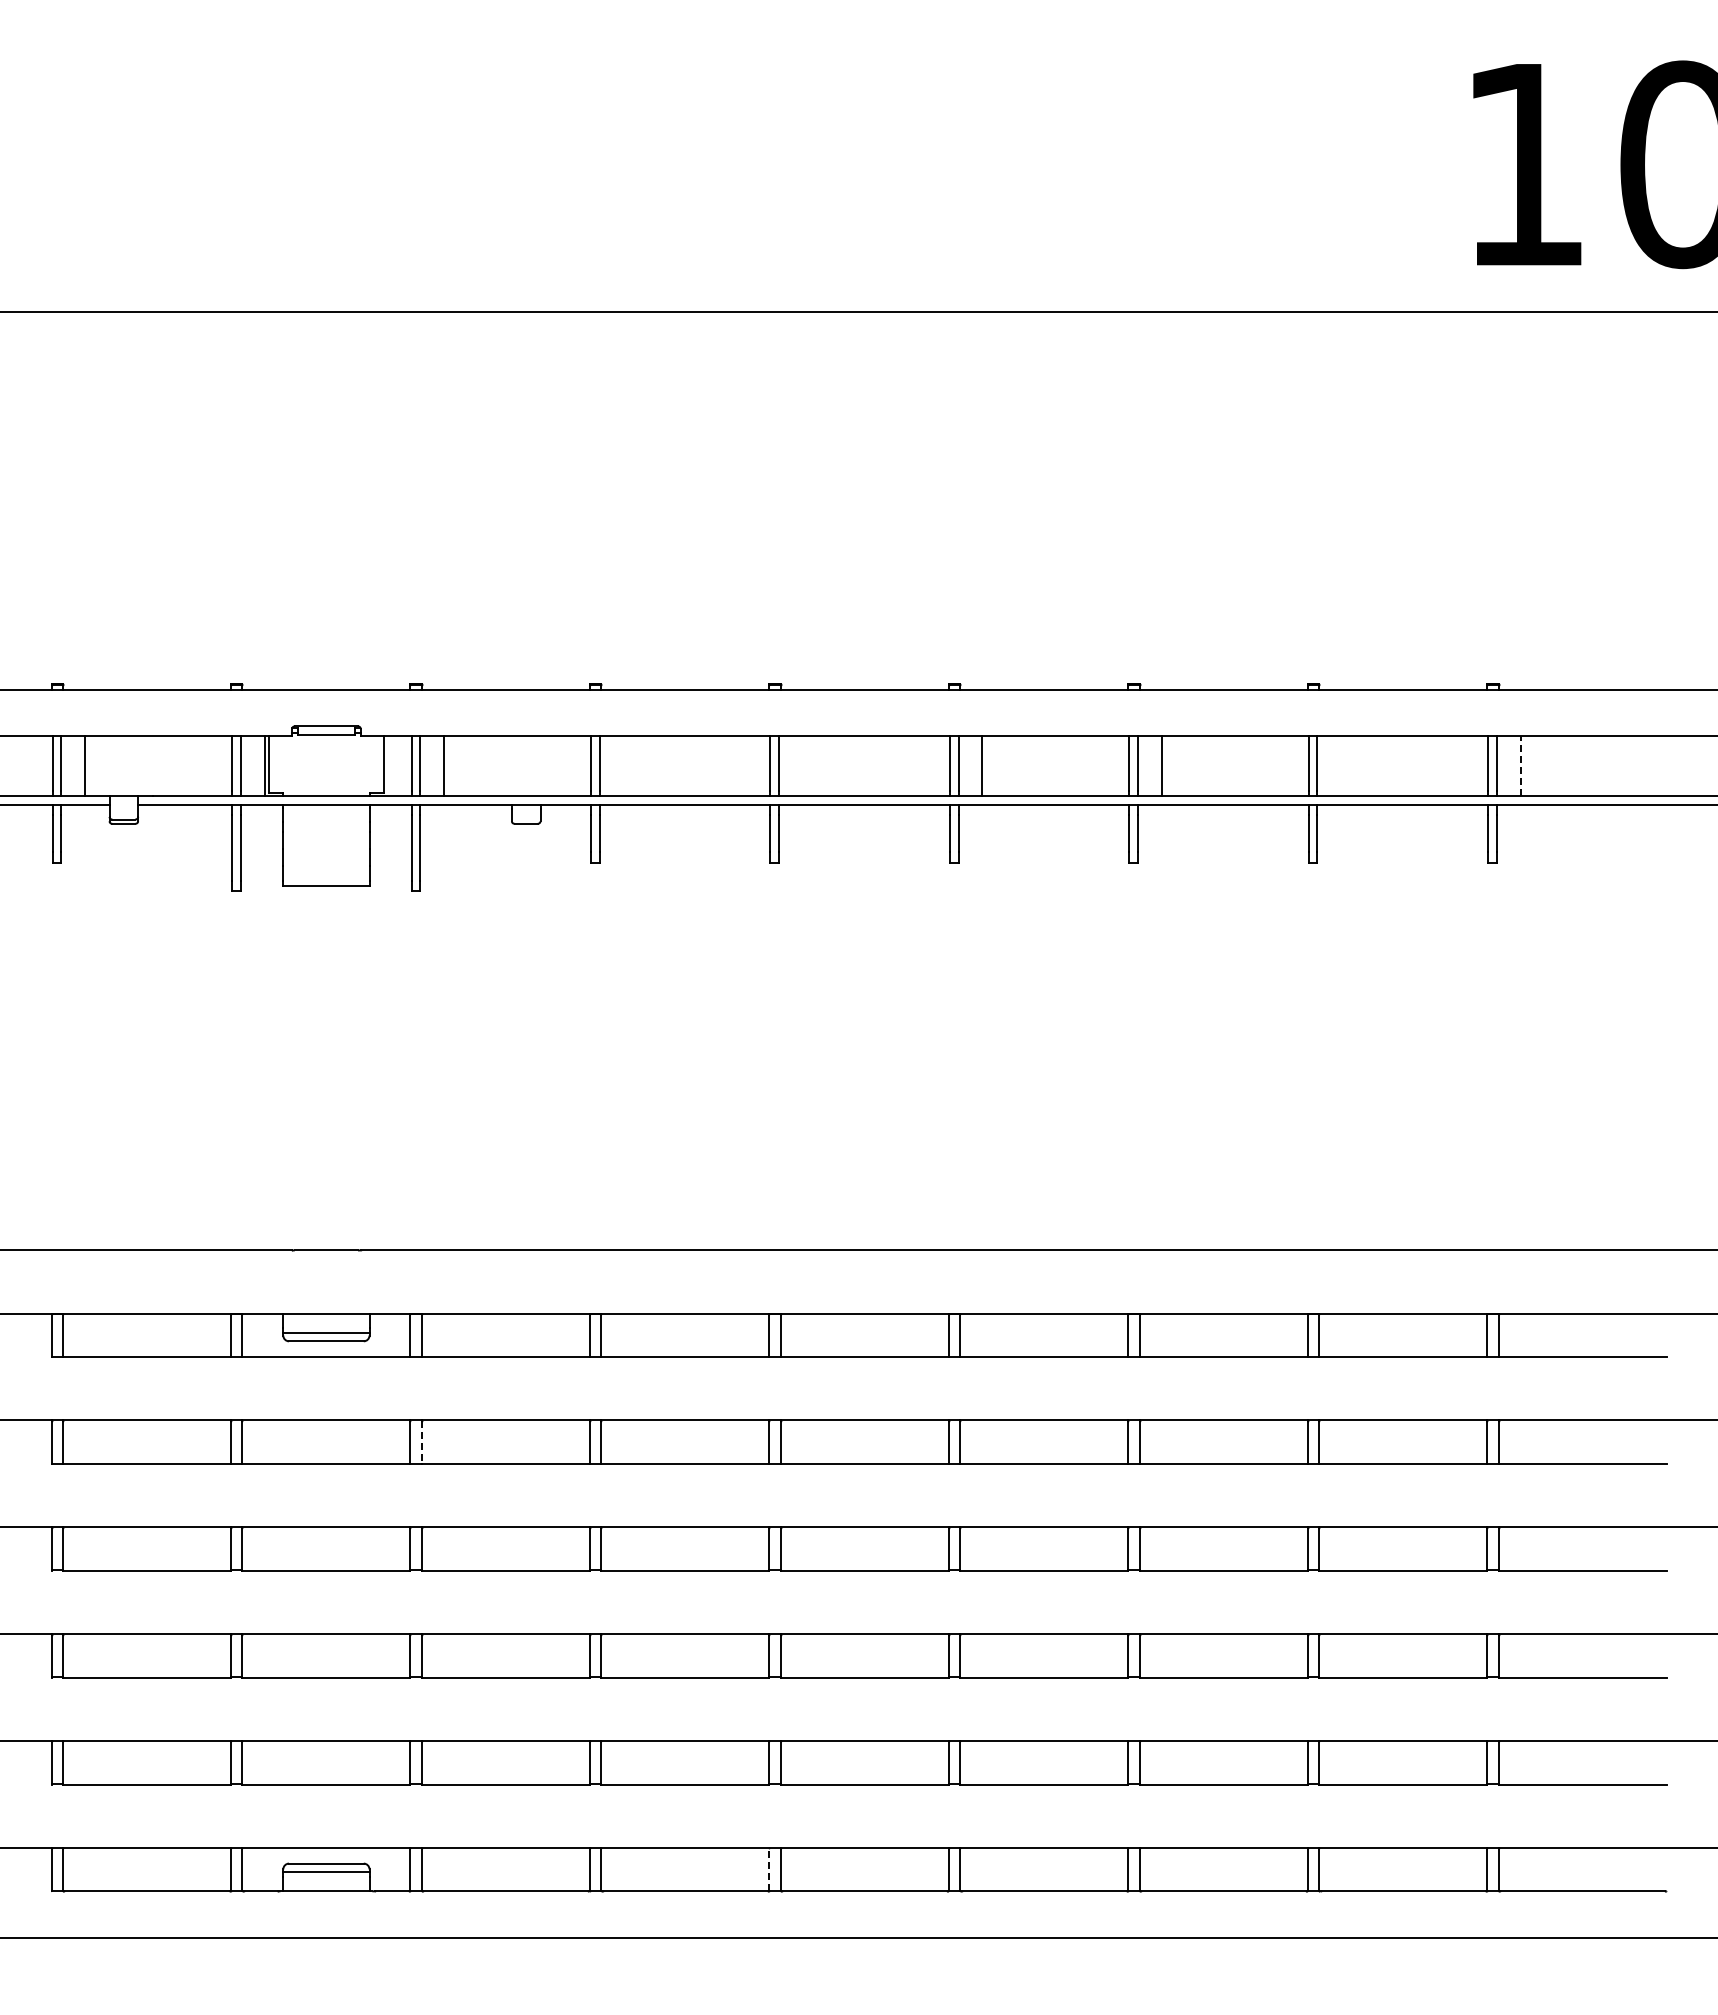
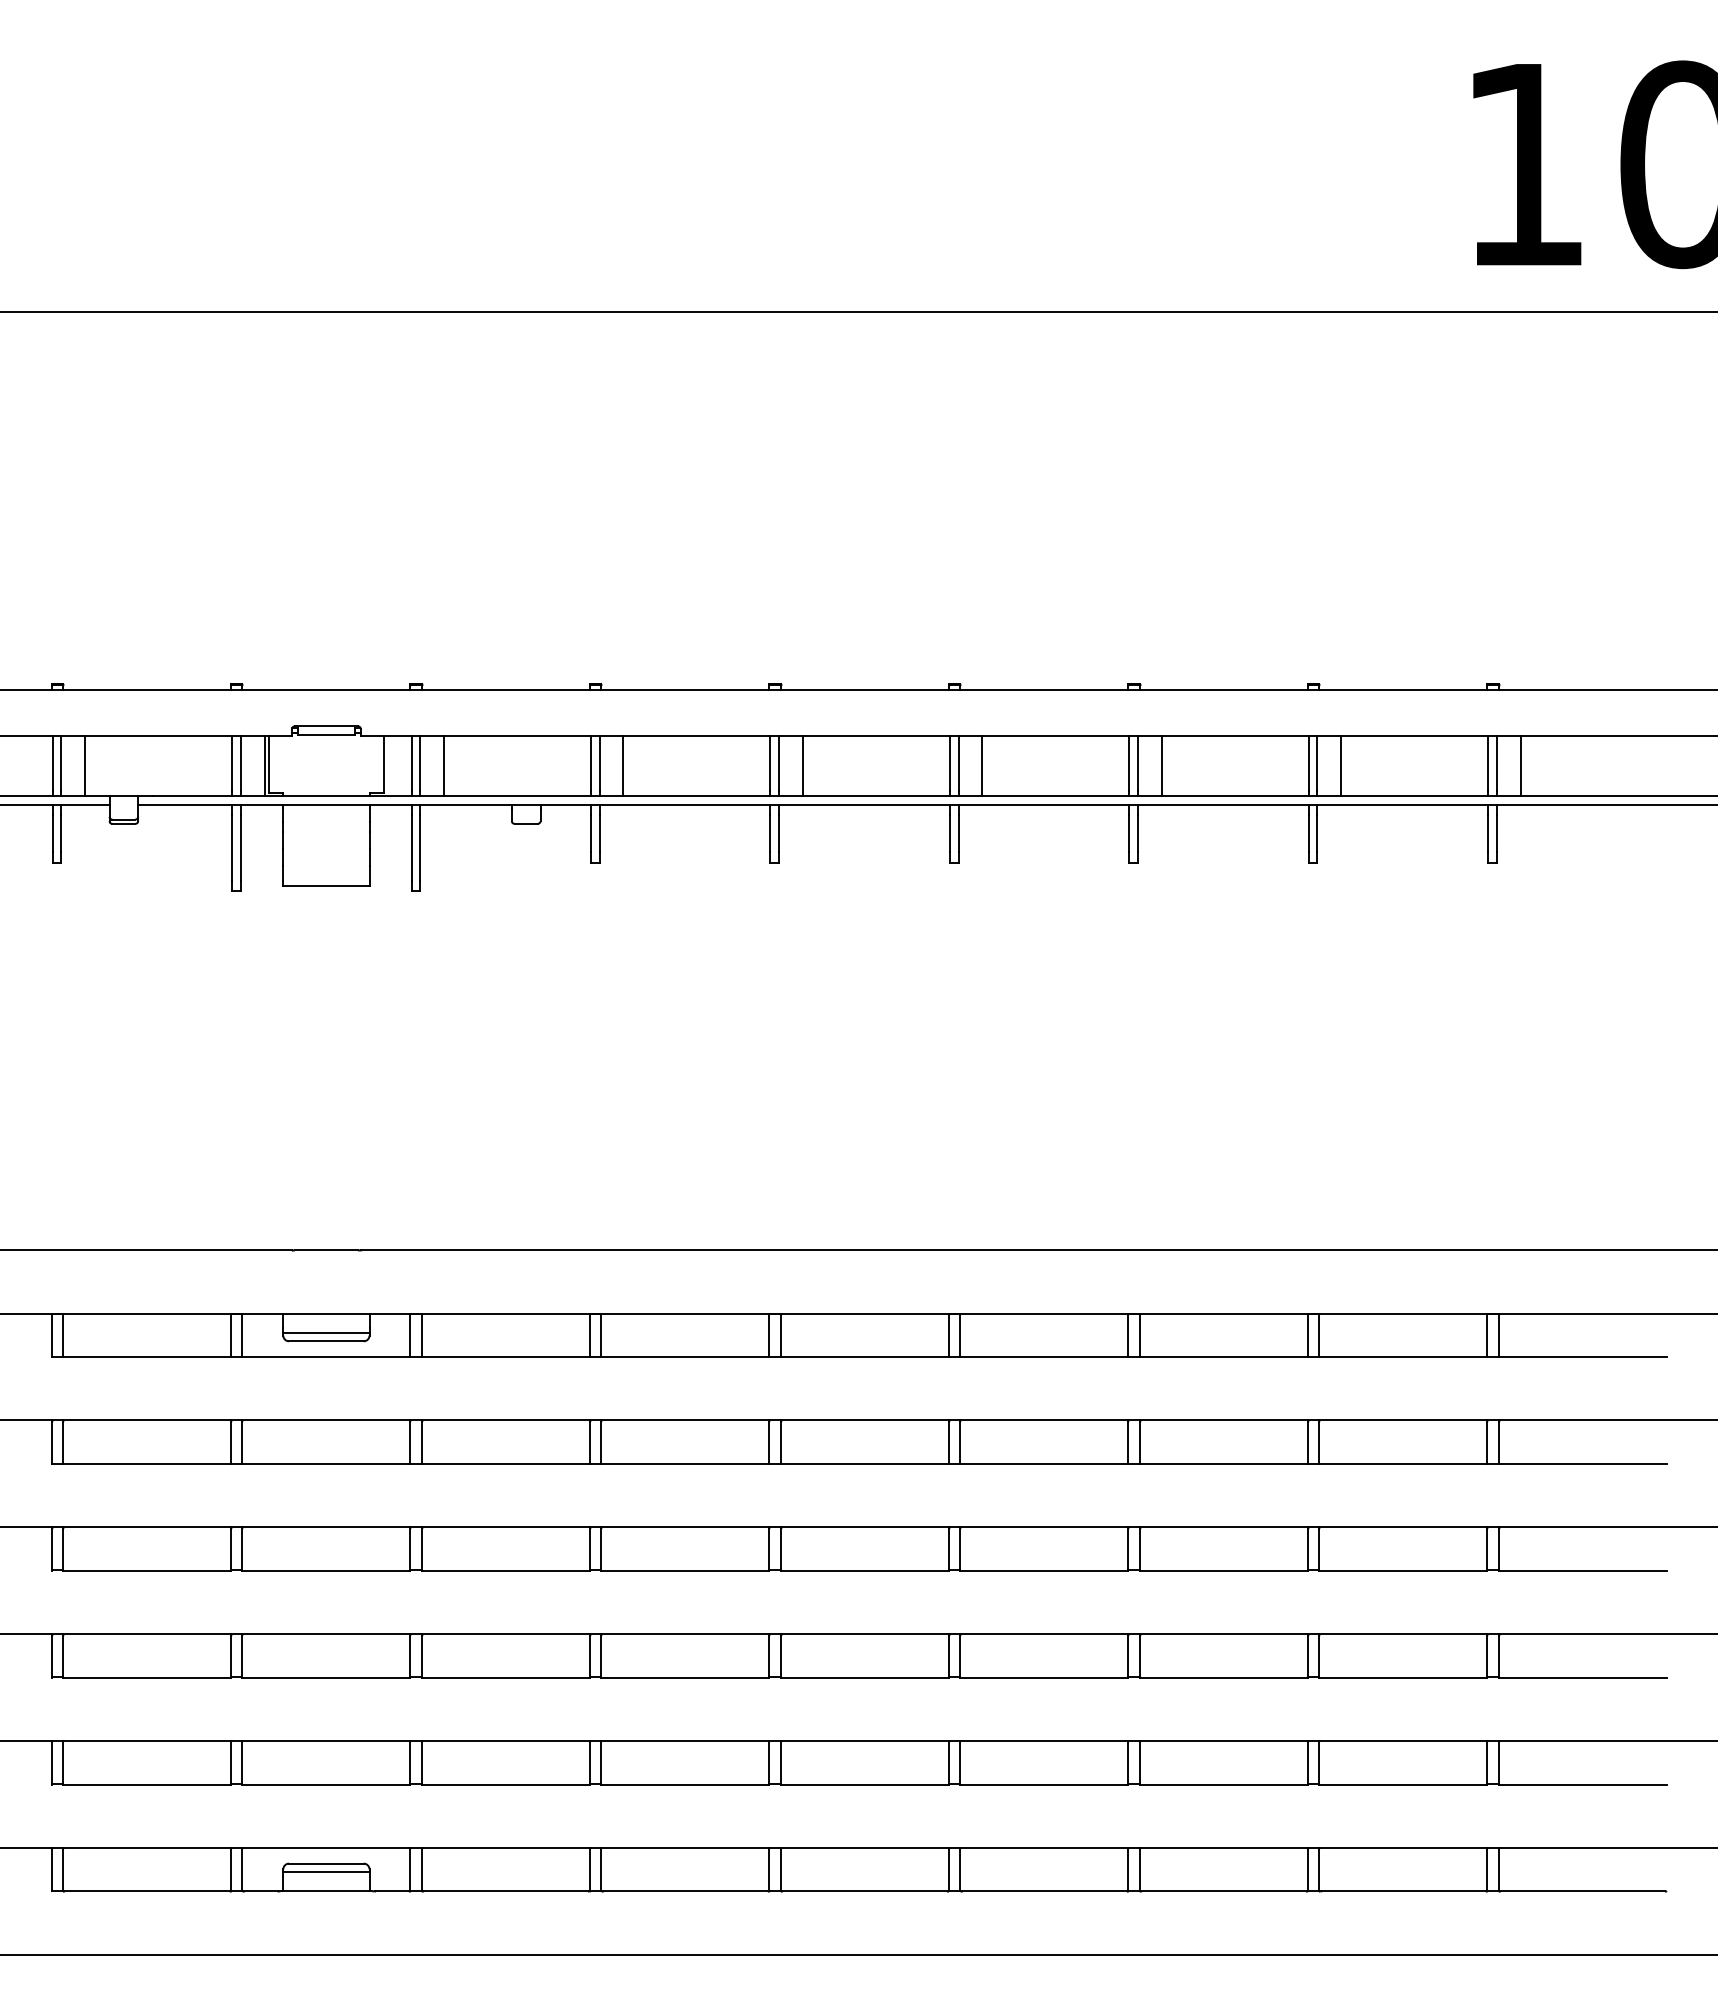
line at (1520, 765): dashed -> solid
line at (623, 766): none -> present
line at (802, 766): none -> present
line at (1341, 766): none -> present
line at (421, 1442): dashed -> solid
line at (769, 1869): dashed -> solid
line at (858, 1937) position: (858, 1937) -> (858, 1954)
